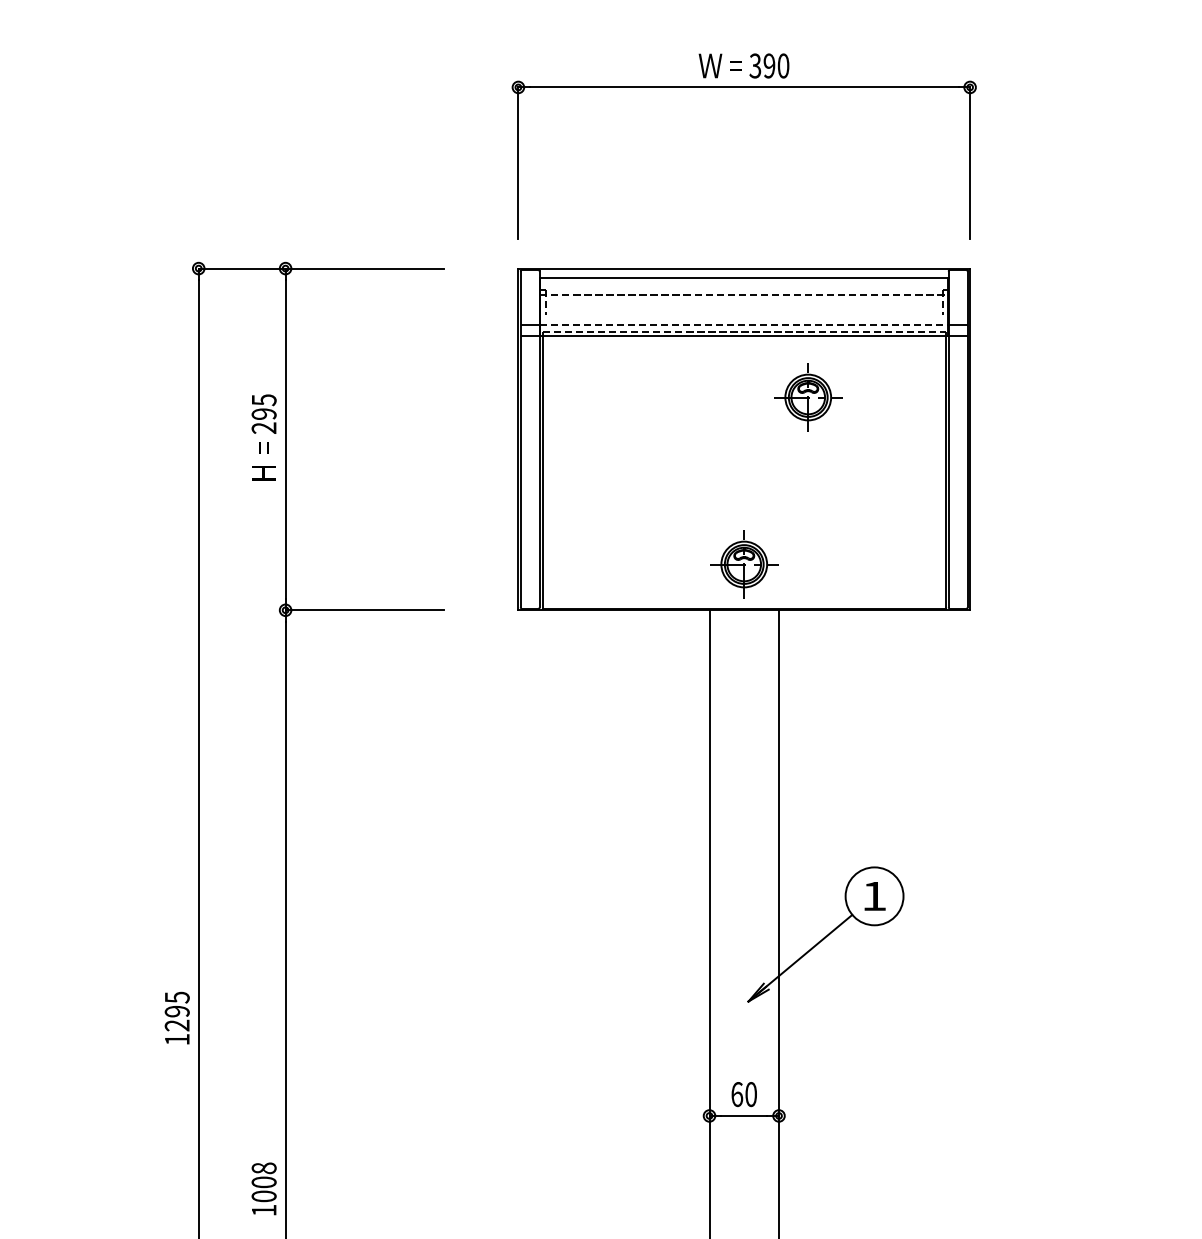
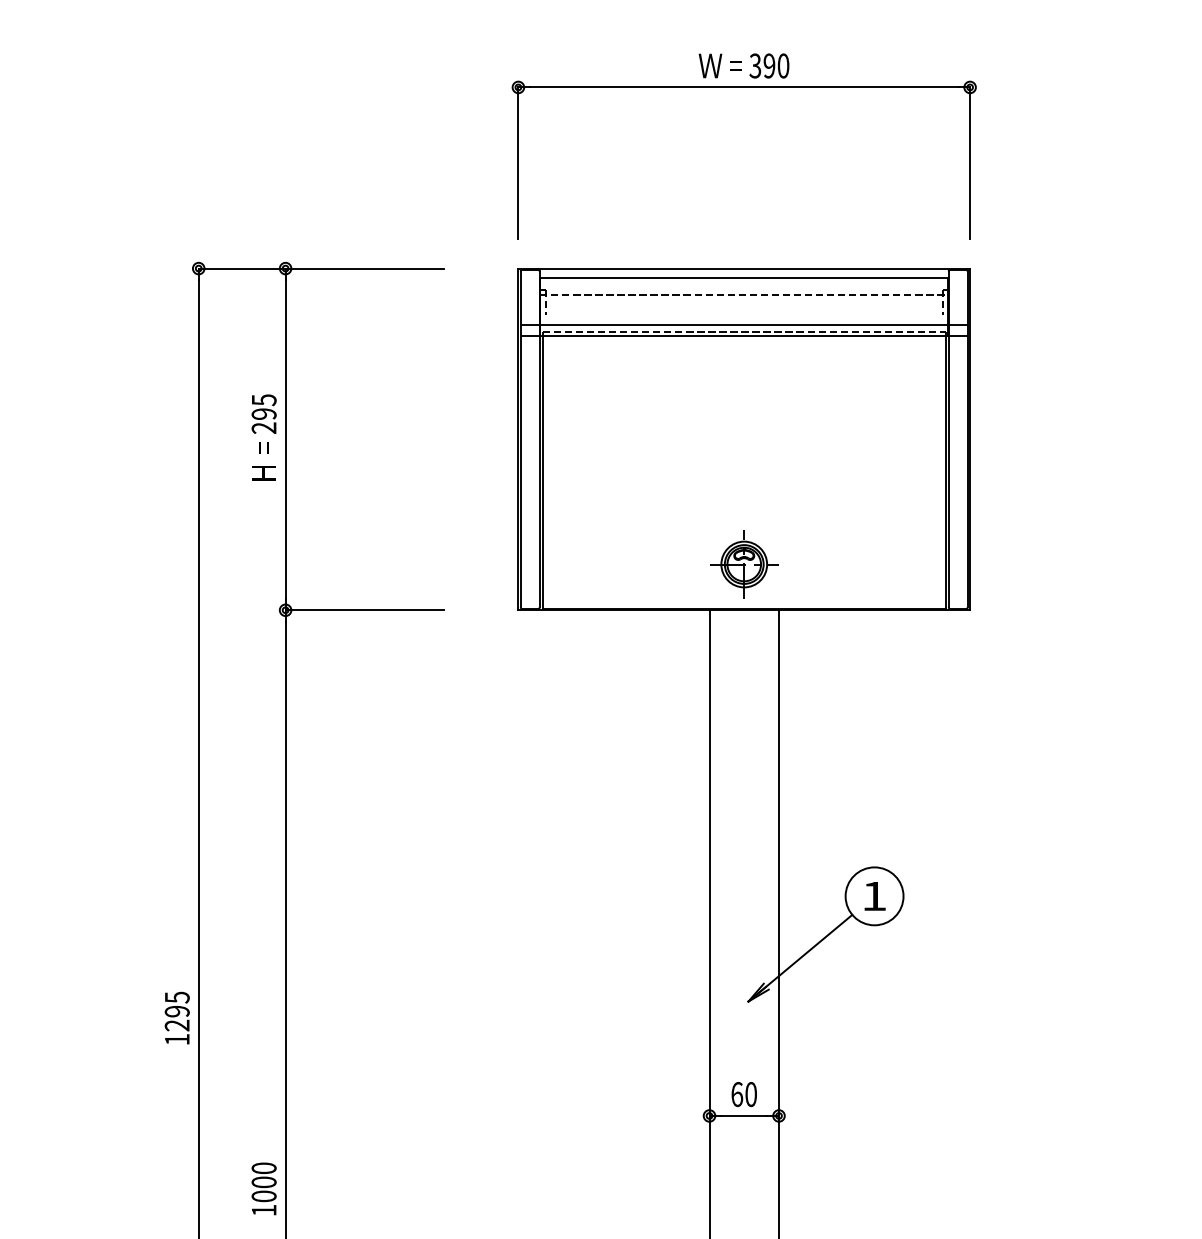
line at (744, 324): dashed -> solid
part at (808, 397): present -> none
text at (264, 1168): 1008 -> 1000
